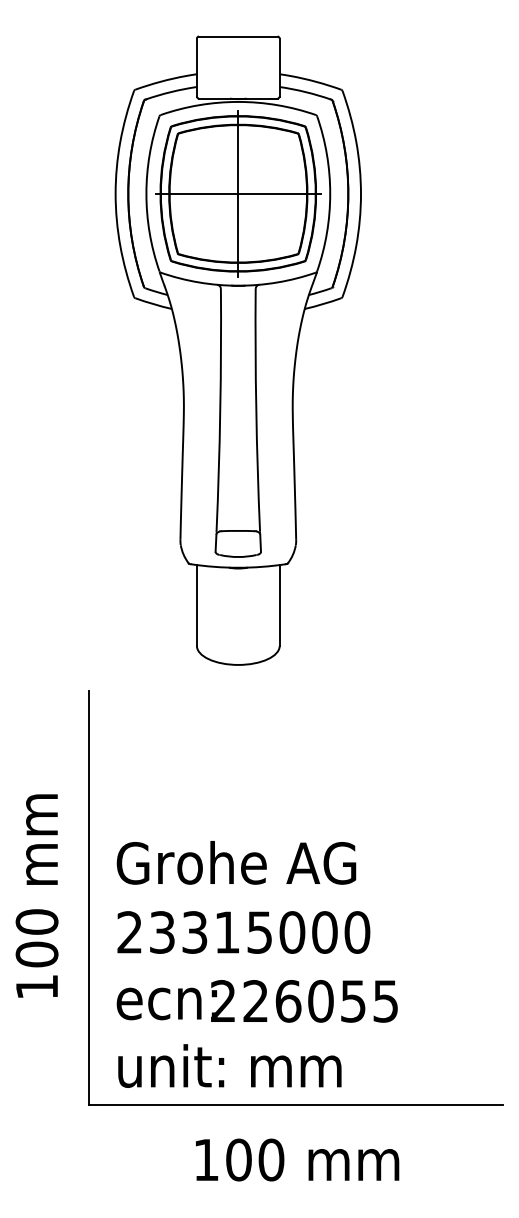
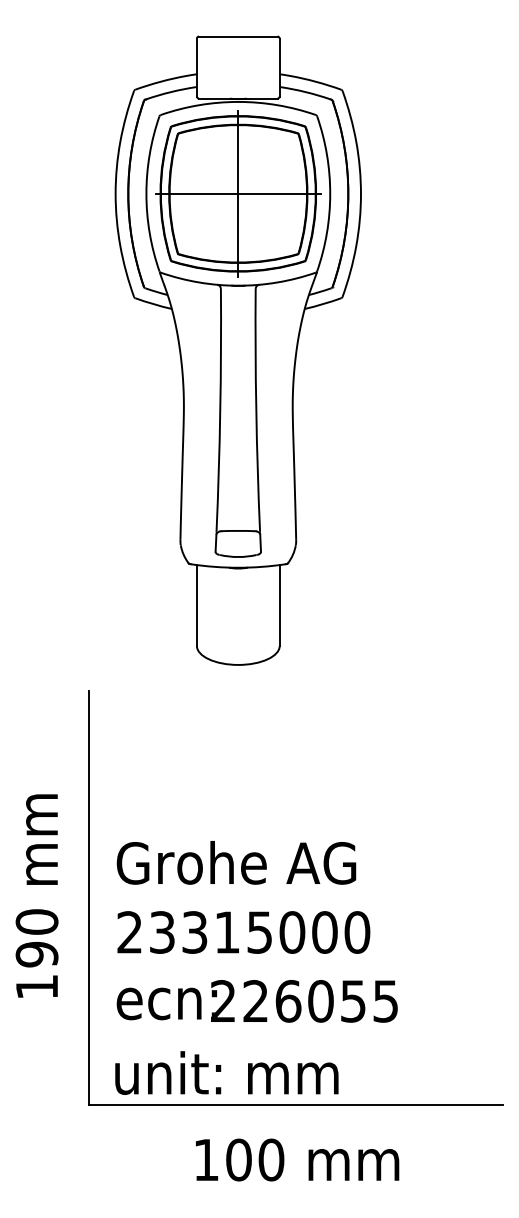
text at (36, 954): 100 -> 190
text at (229, 1065) position: (229, 1065) -> (226, 1072)
